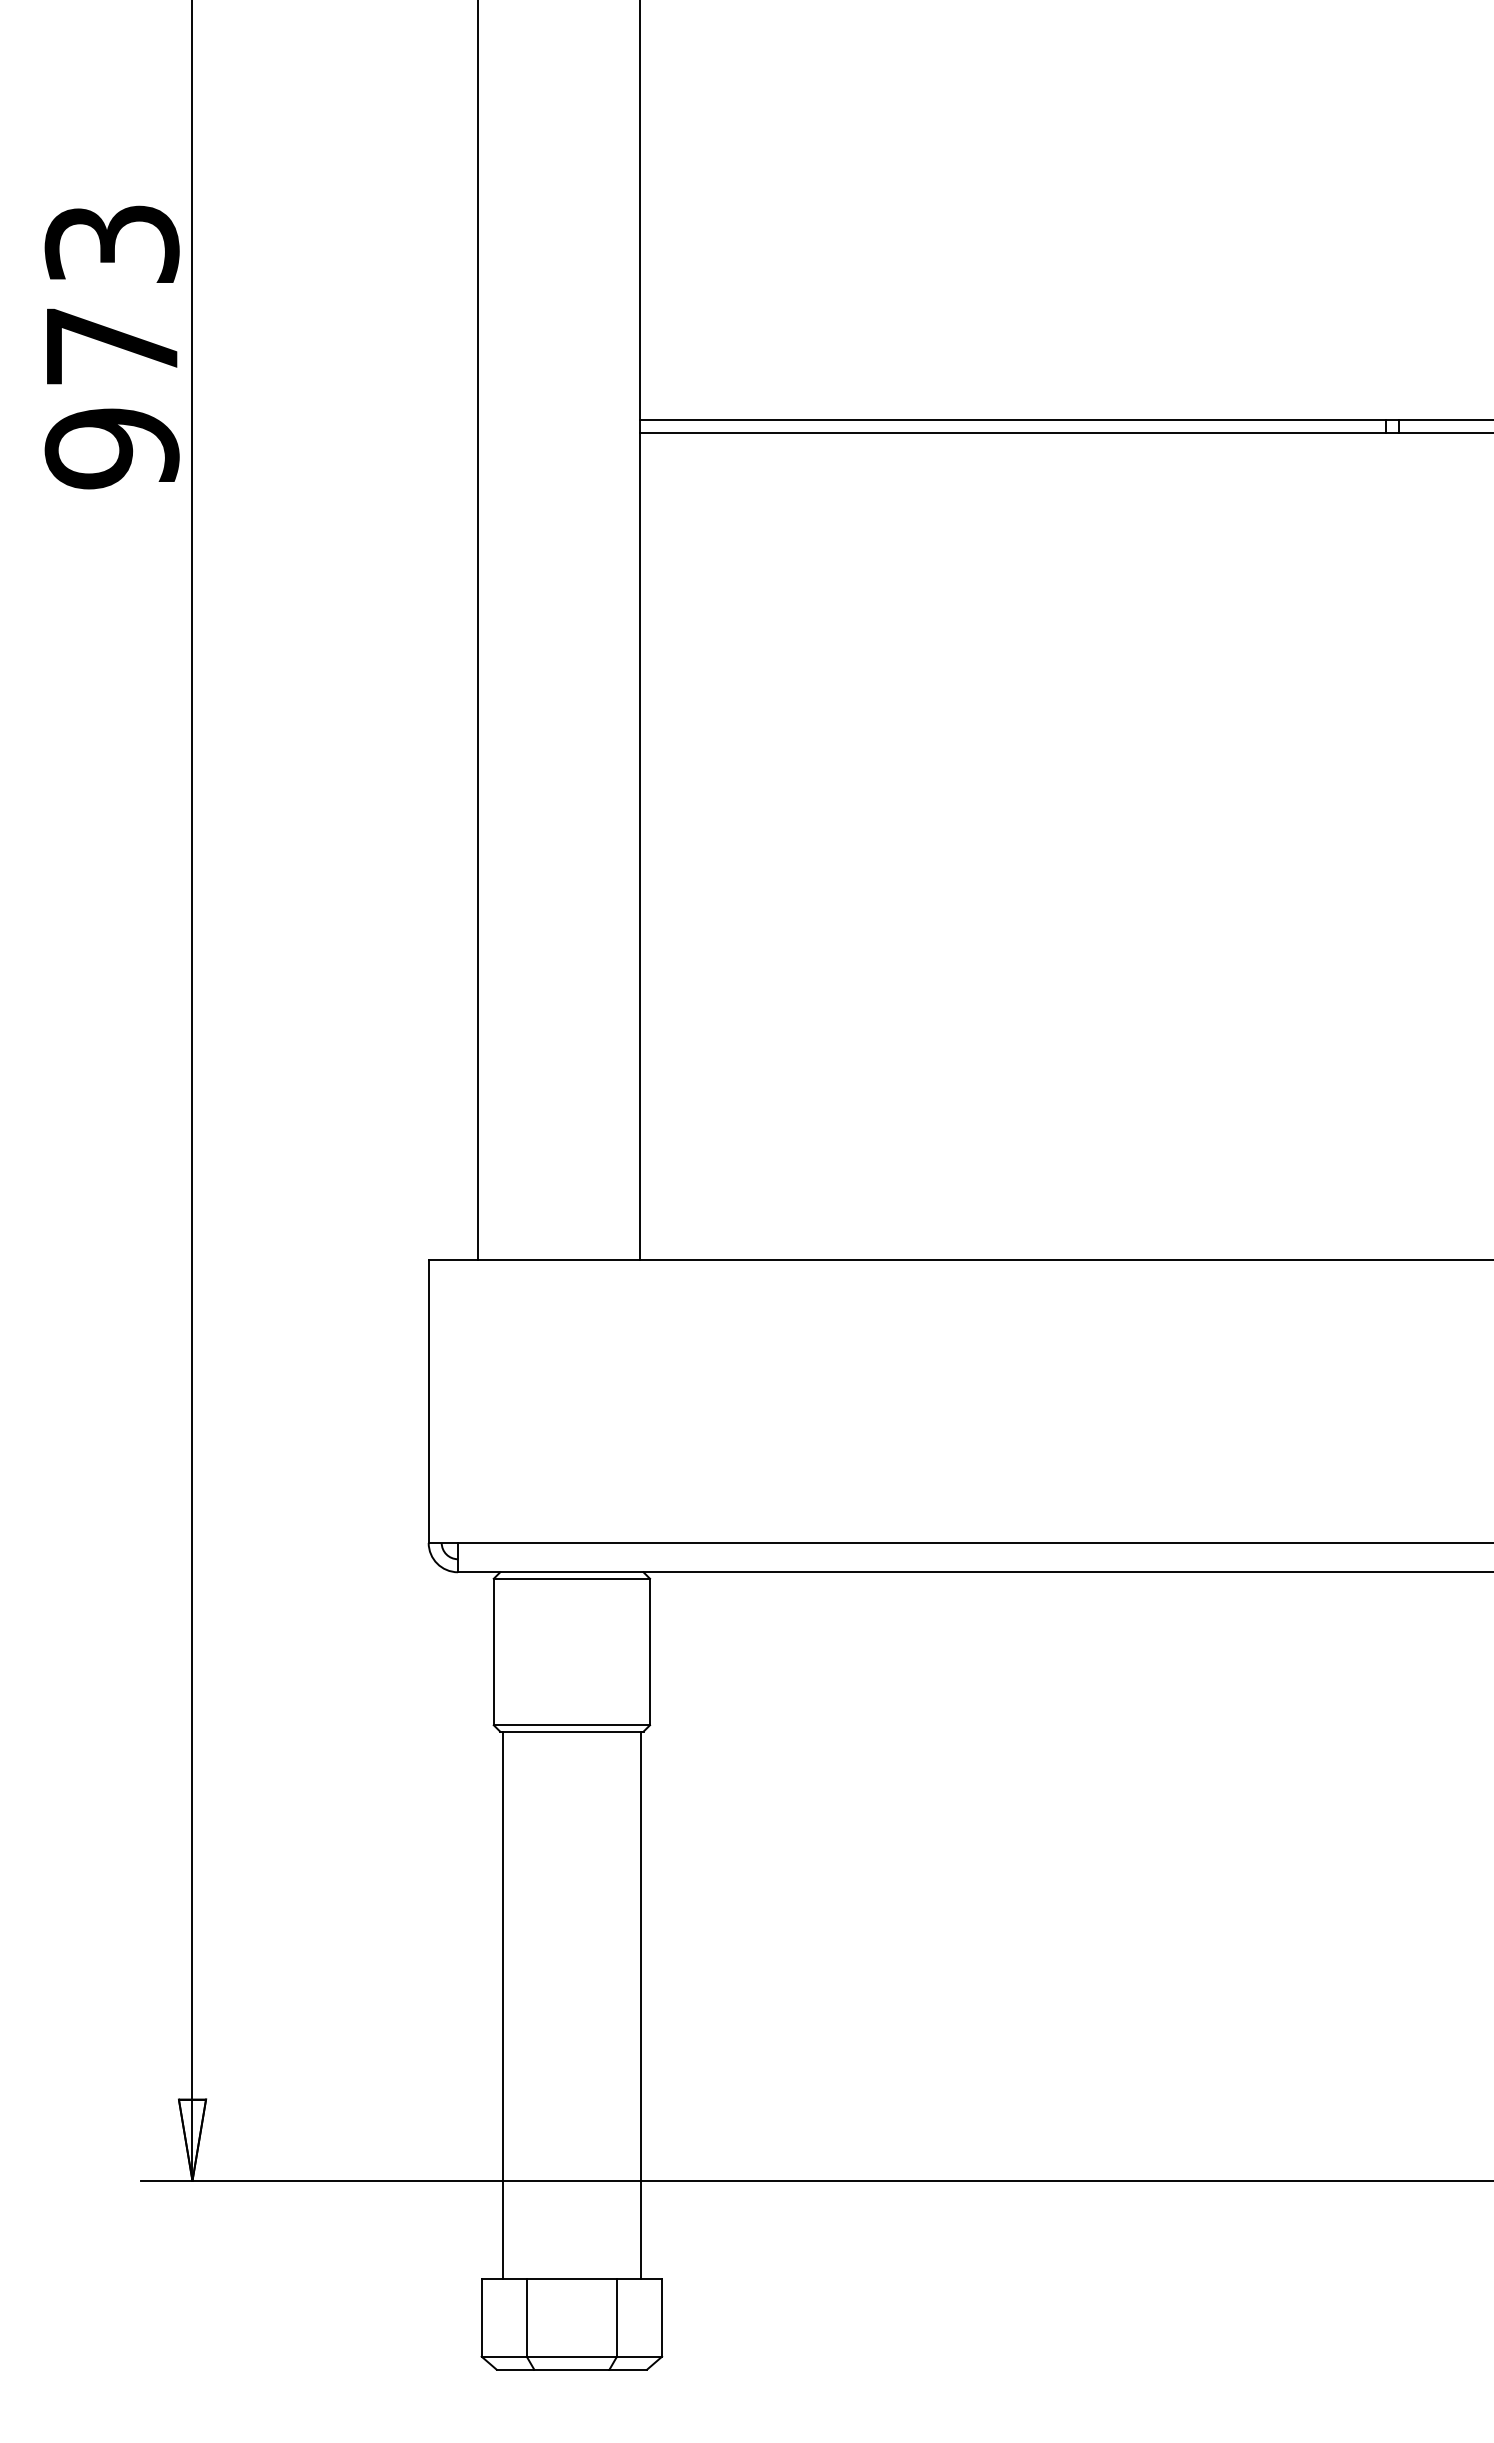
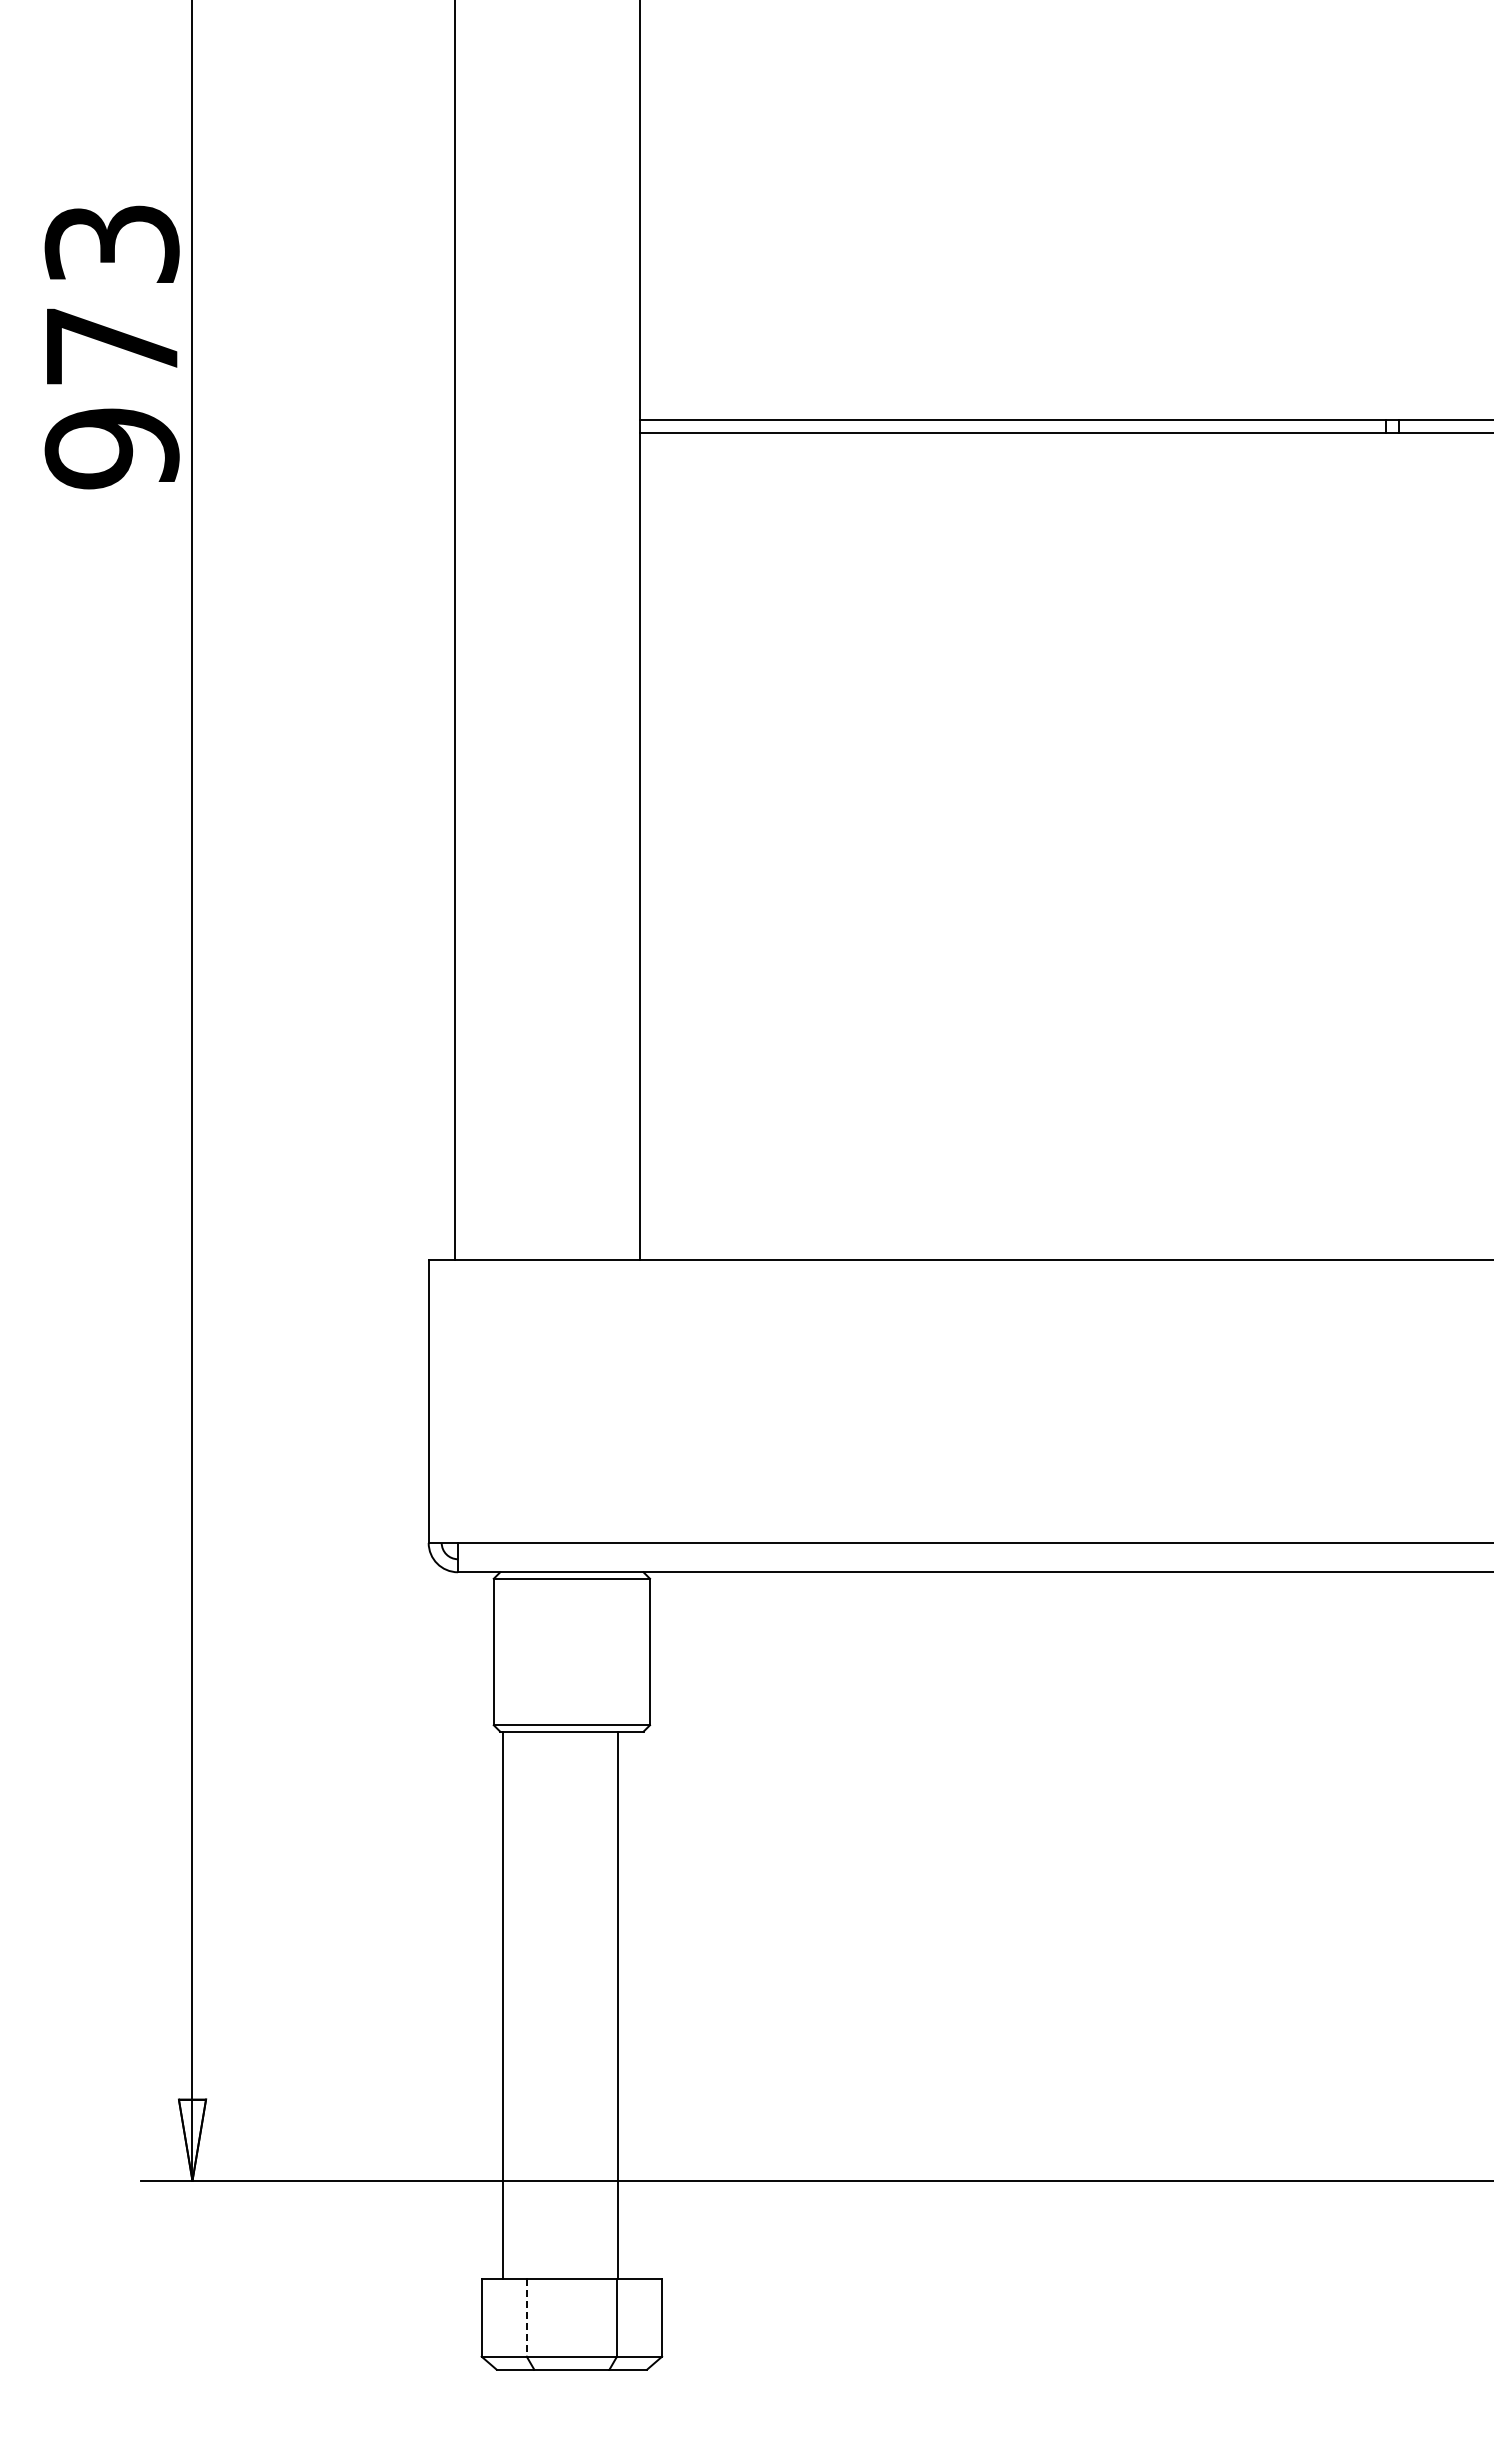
line at (477, 630) position: (477, 630) -> (454, 630)
line at (640, 2004) position: (640, 2004) -> (617, 2004)
line at (526, 2318): solid -> dashed
